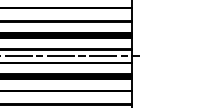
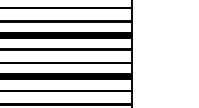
line at (70, 56): present -> none
